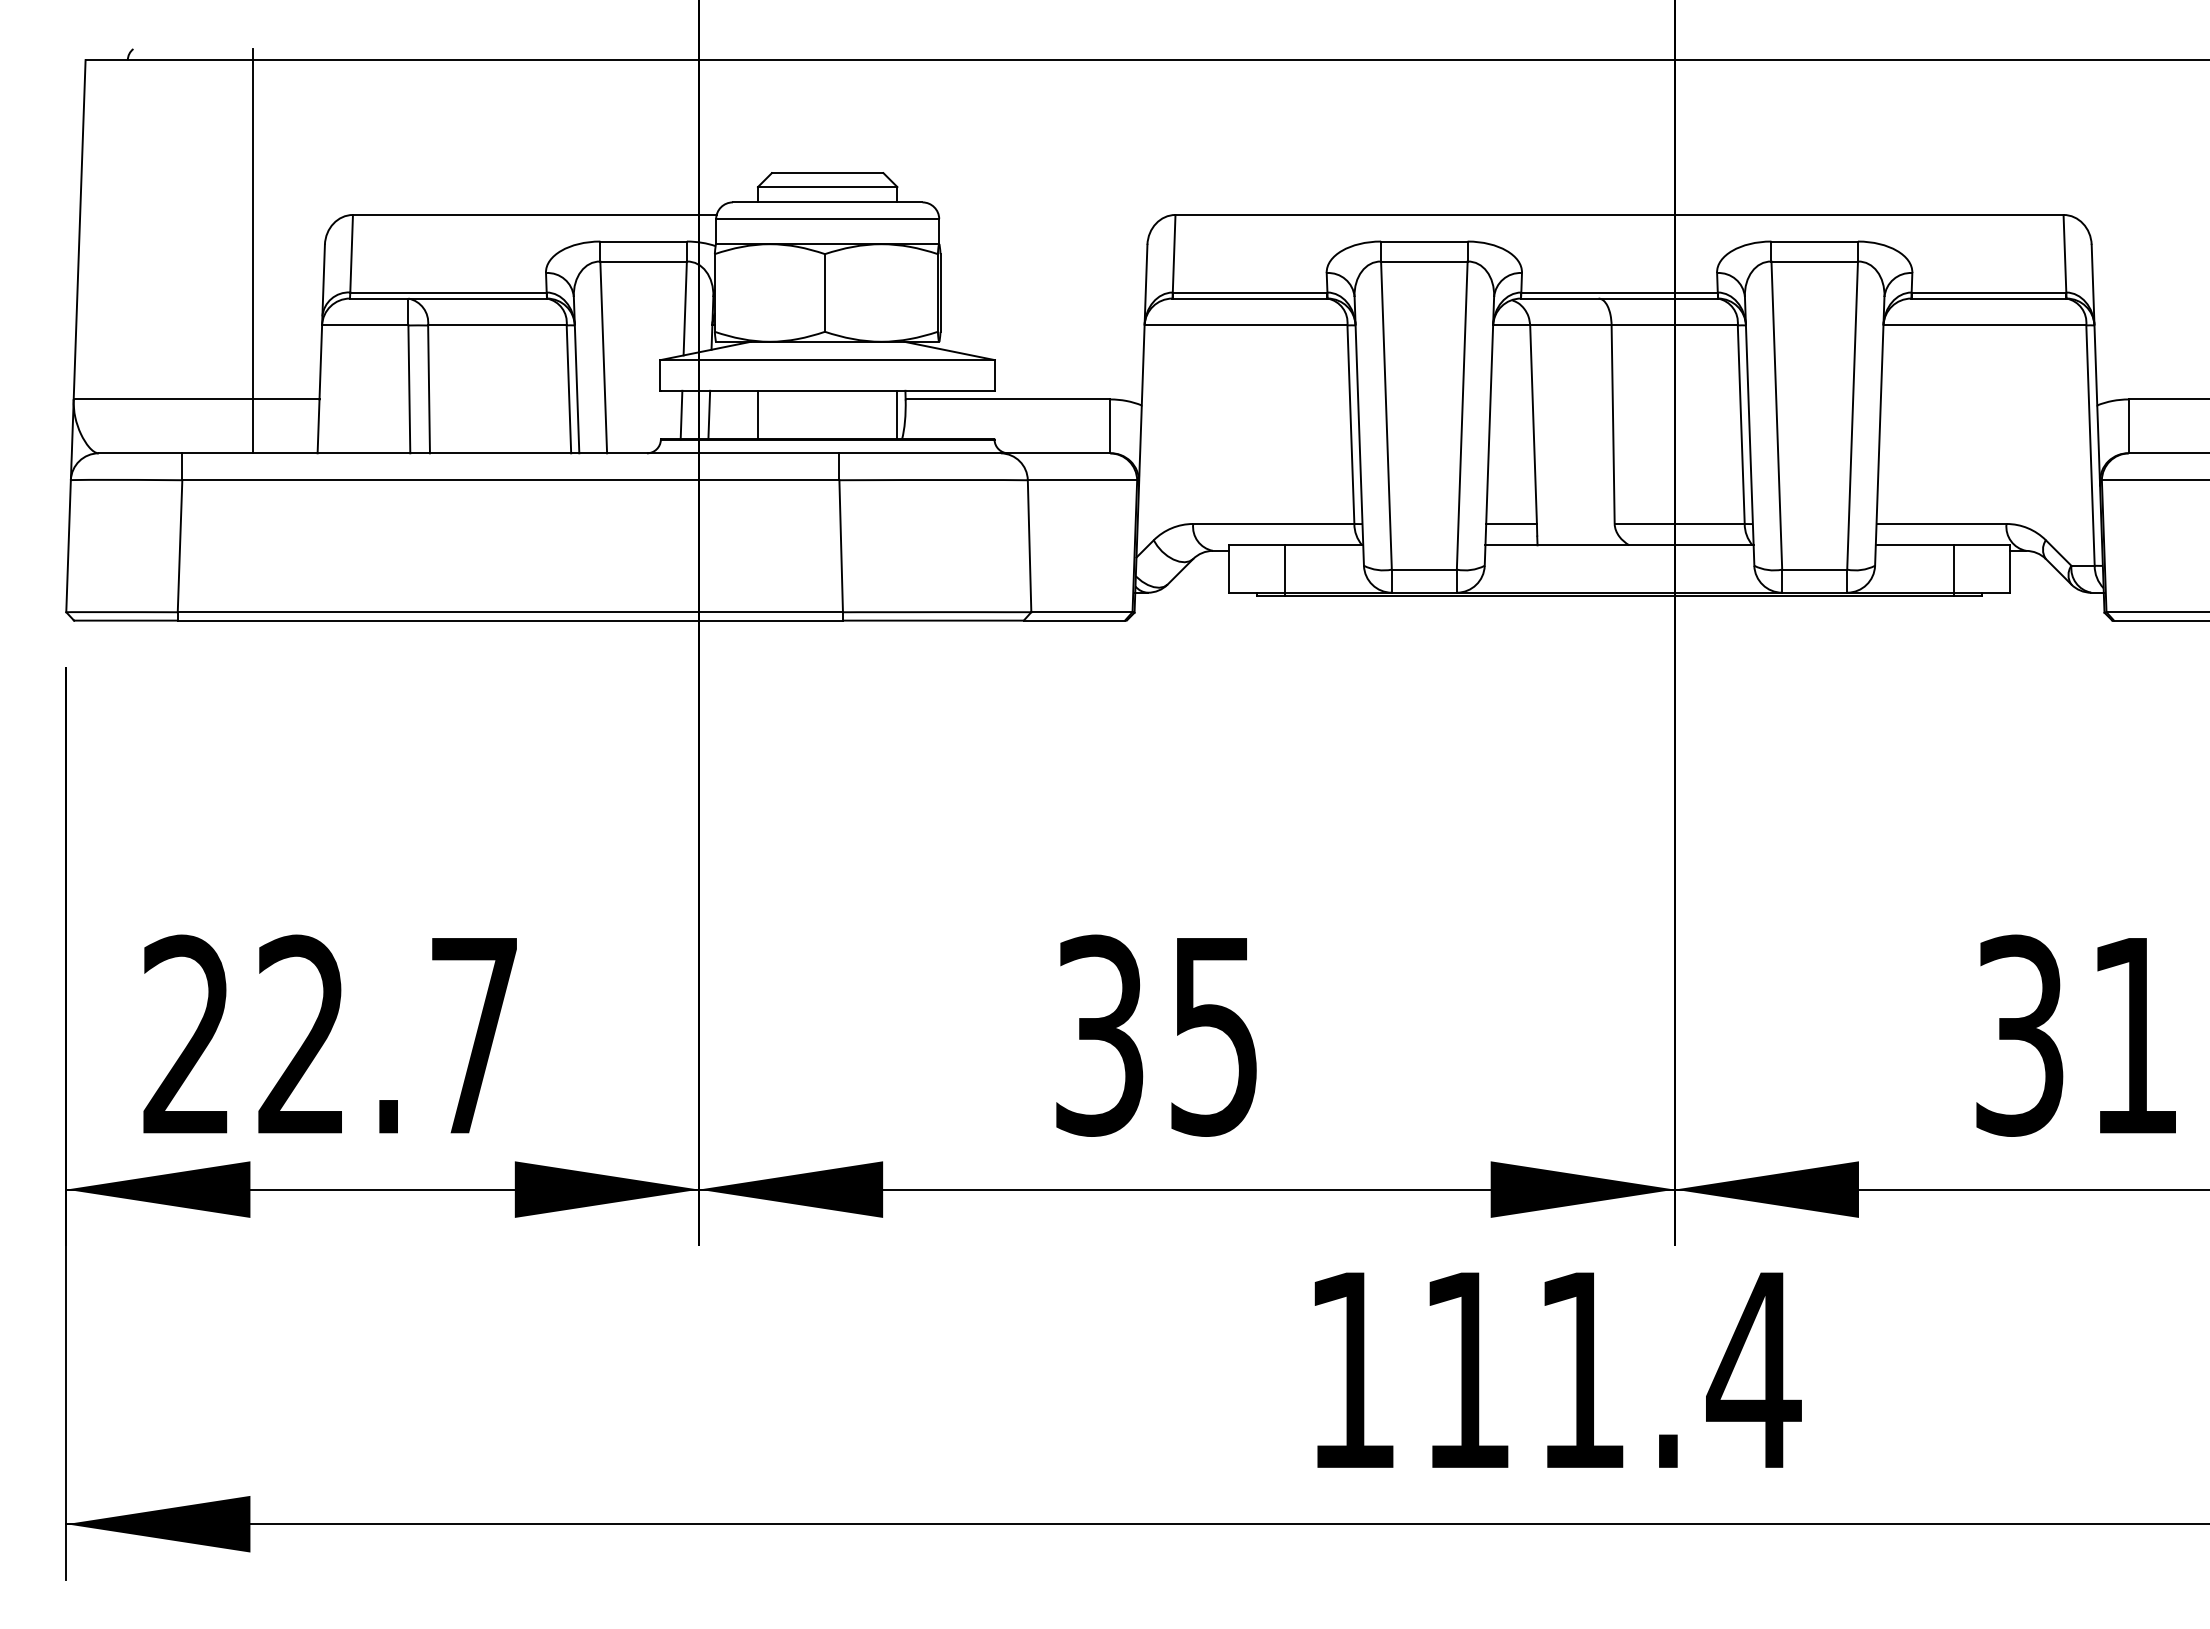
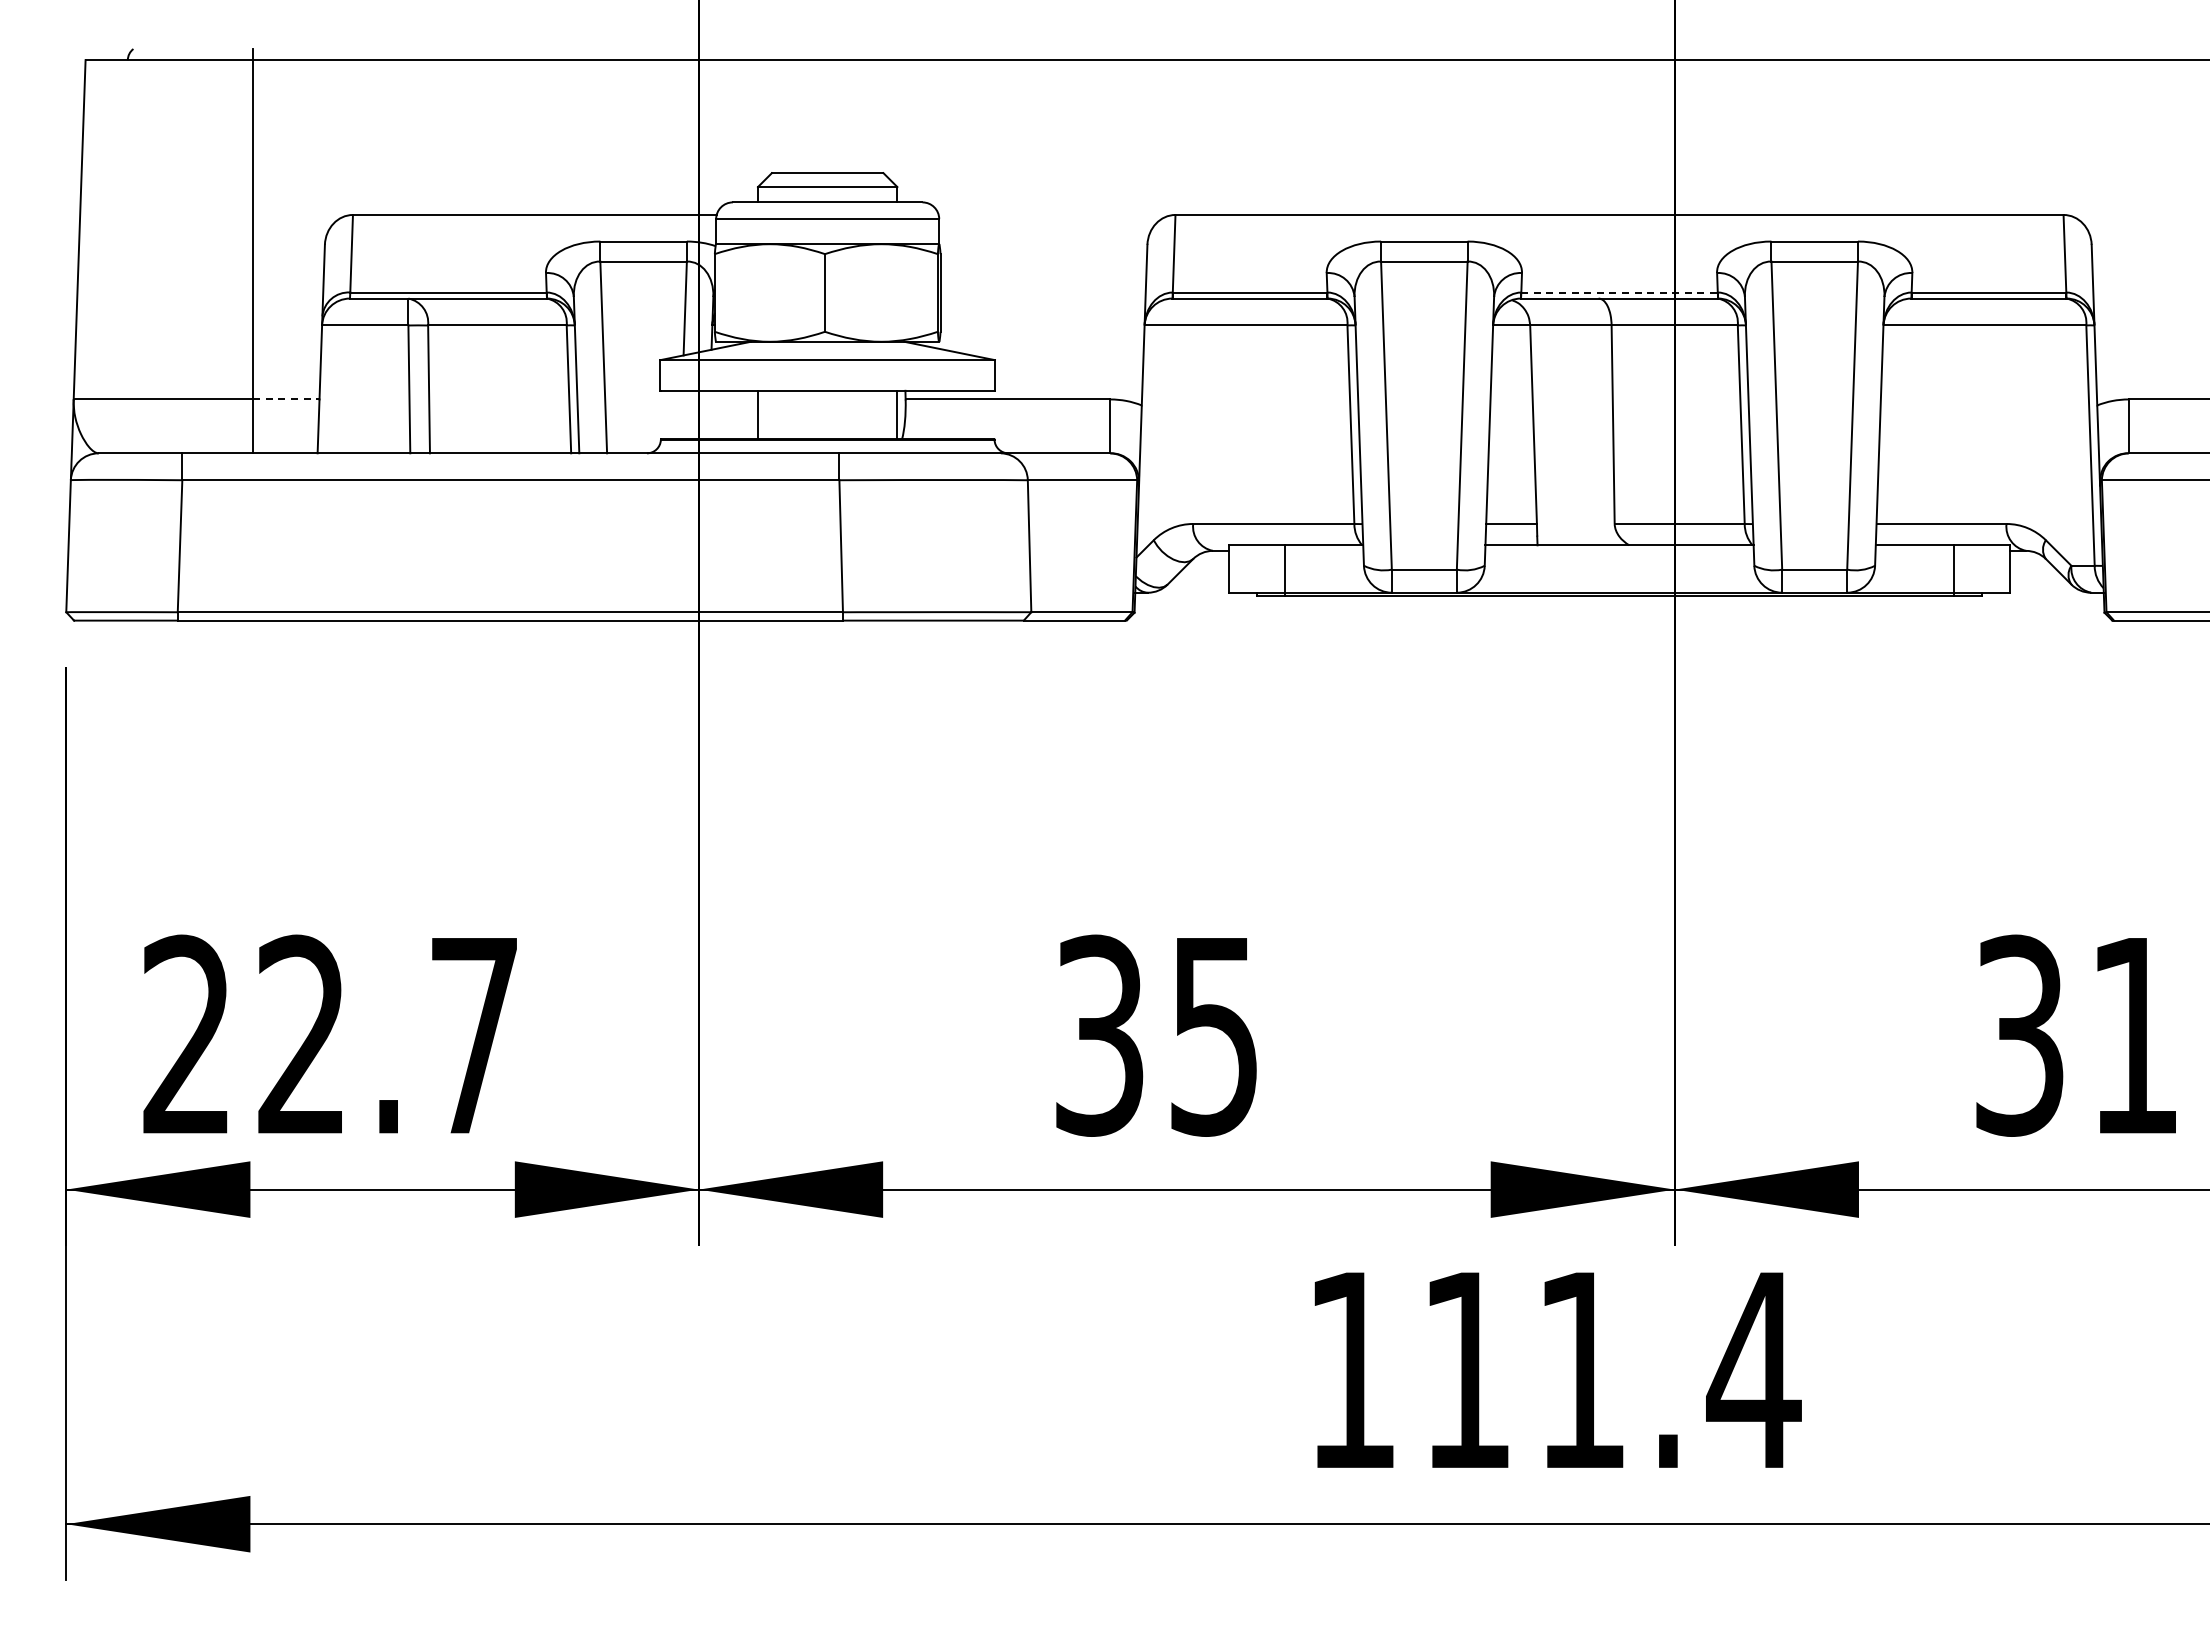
line at (1620, 292): solid -> dashed
line at (286, 399): solid -> dashed
line at (681, 414): present -> none
line at (709, 414): present -> none
